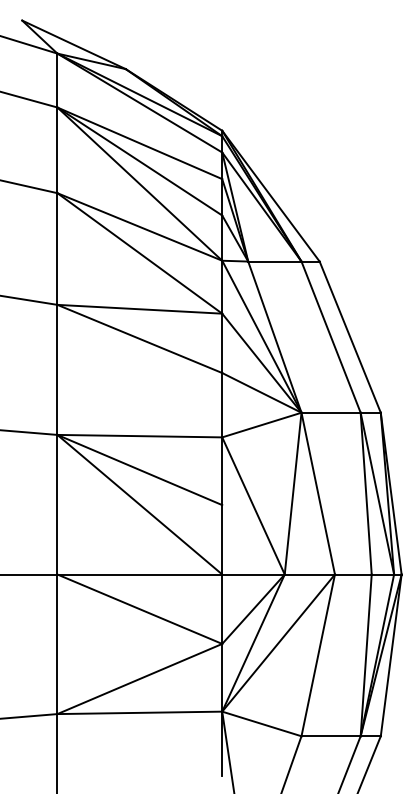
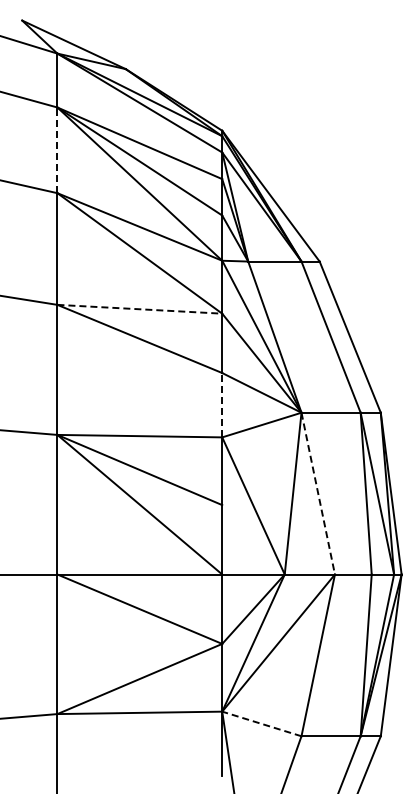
line at (57, 150): solid -> dashed
line at (139, 309): solid -> dashed
line at (222, 404): solid -> dashed
line at (318, 493): solid -> dashed
line at (261, 723): solid -> dashed
